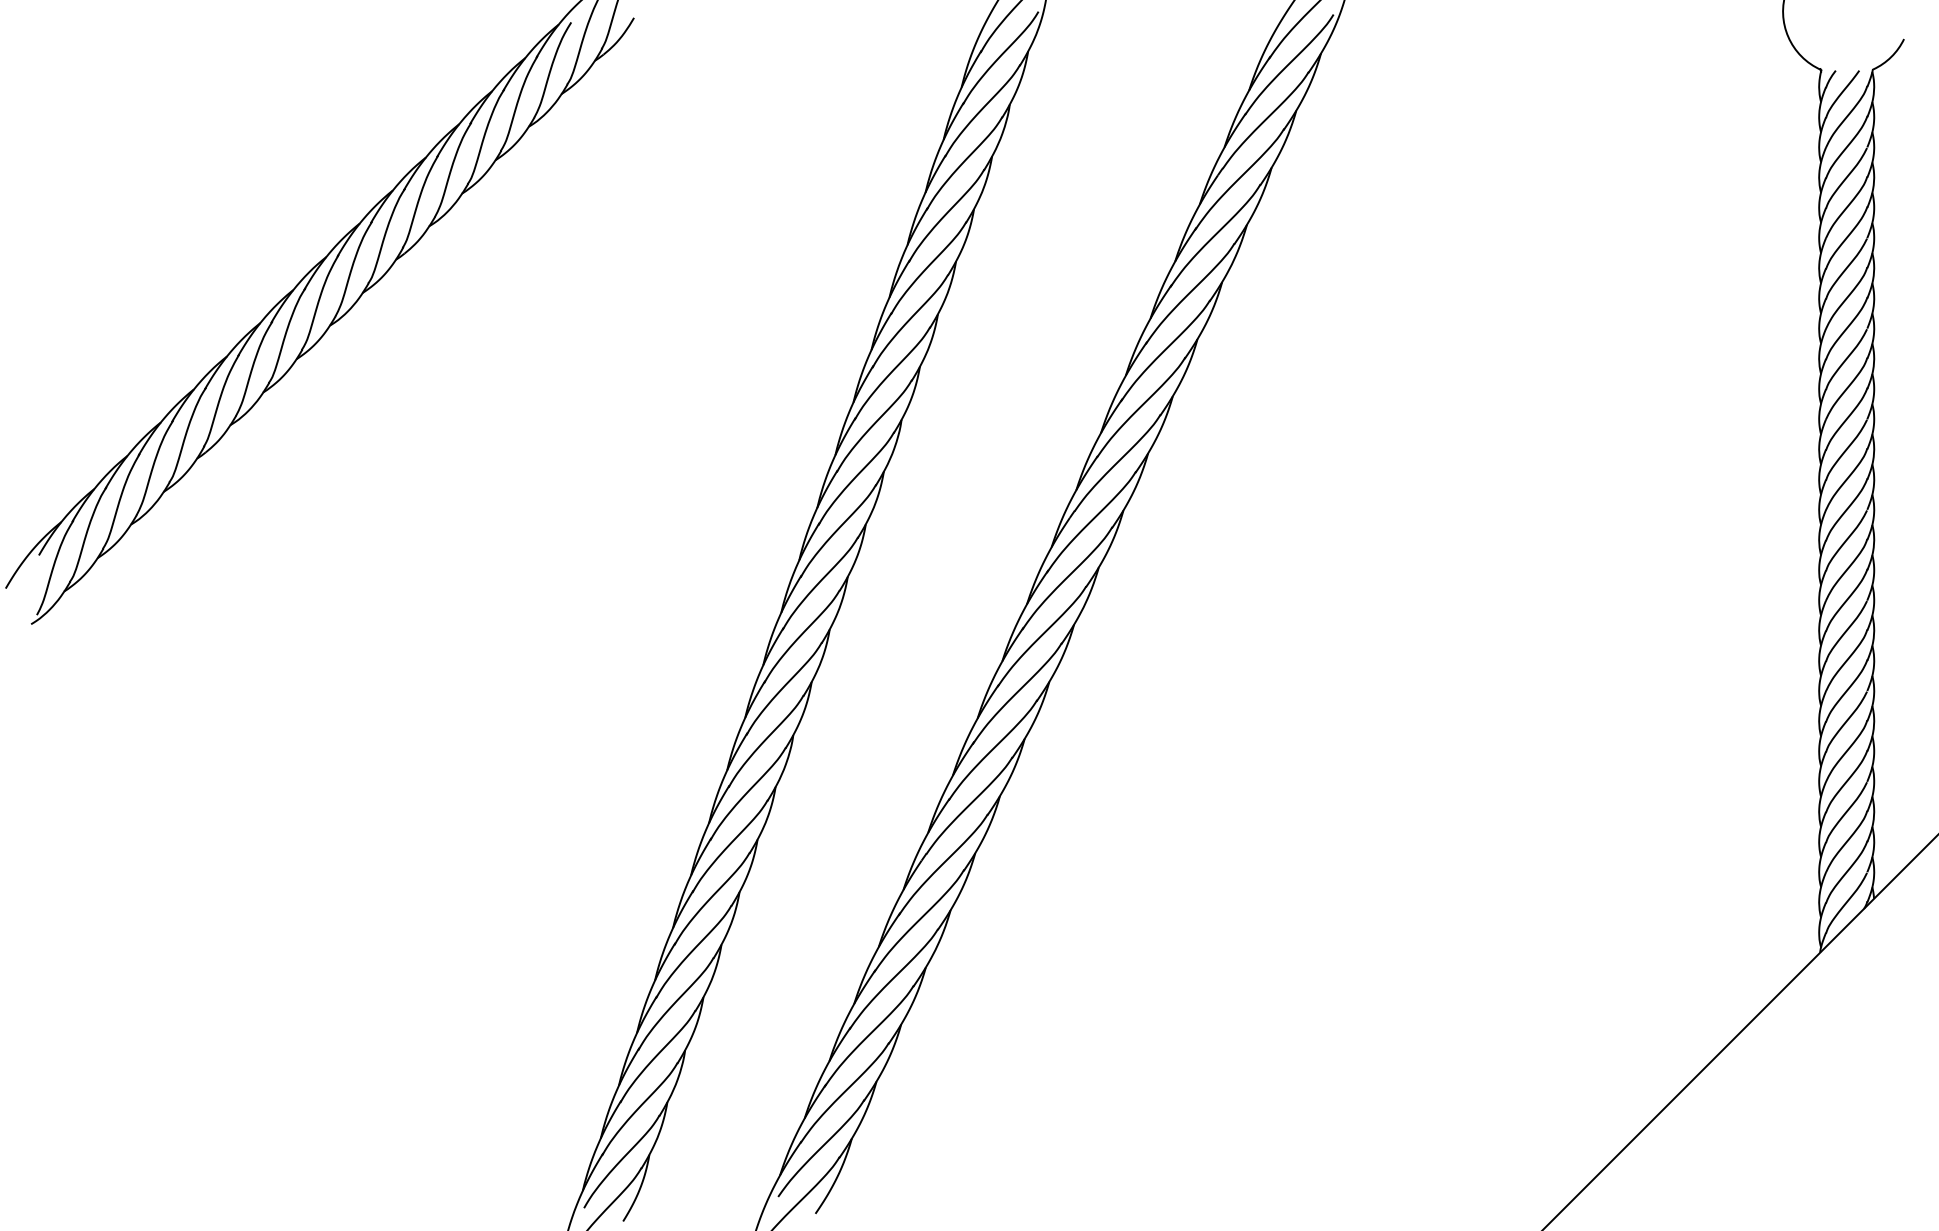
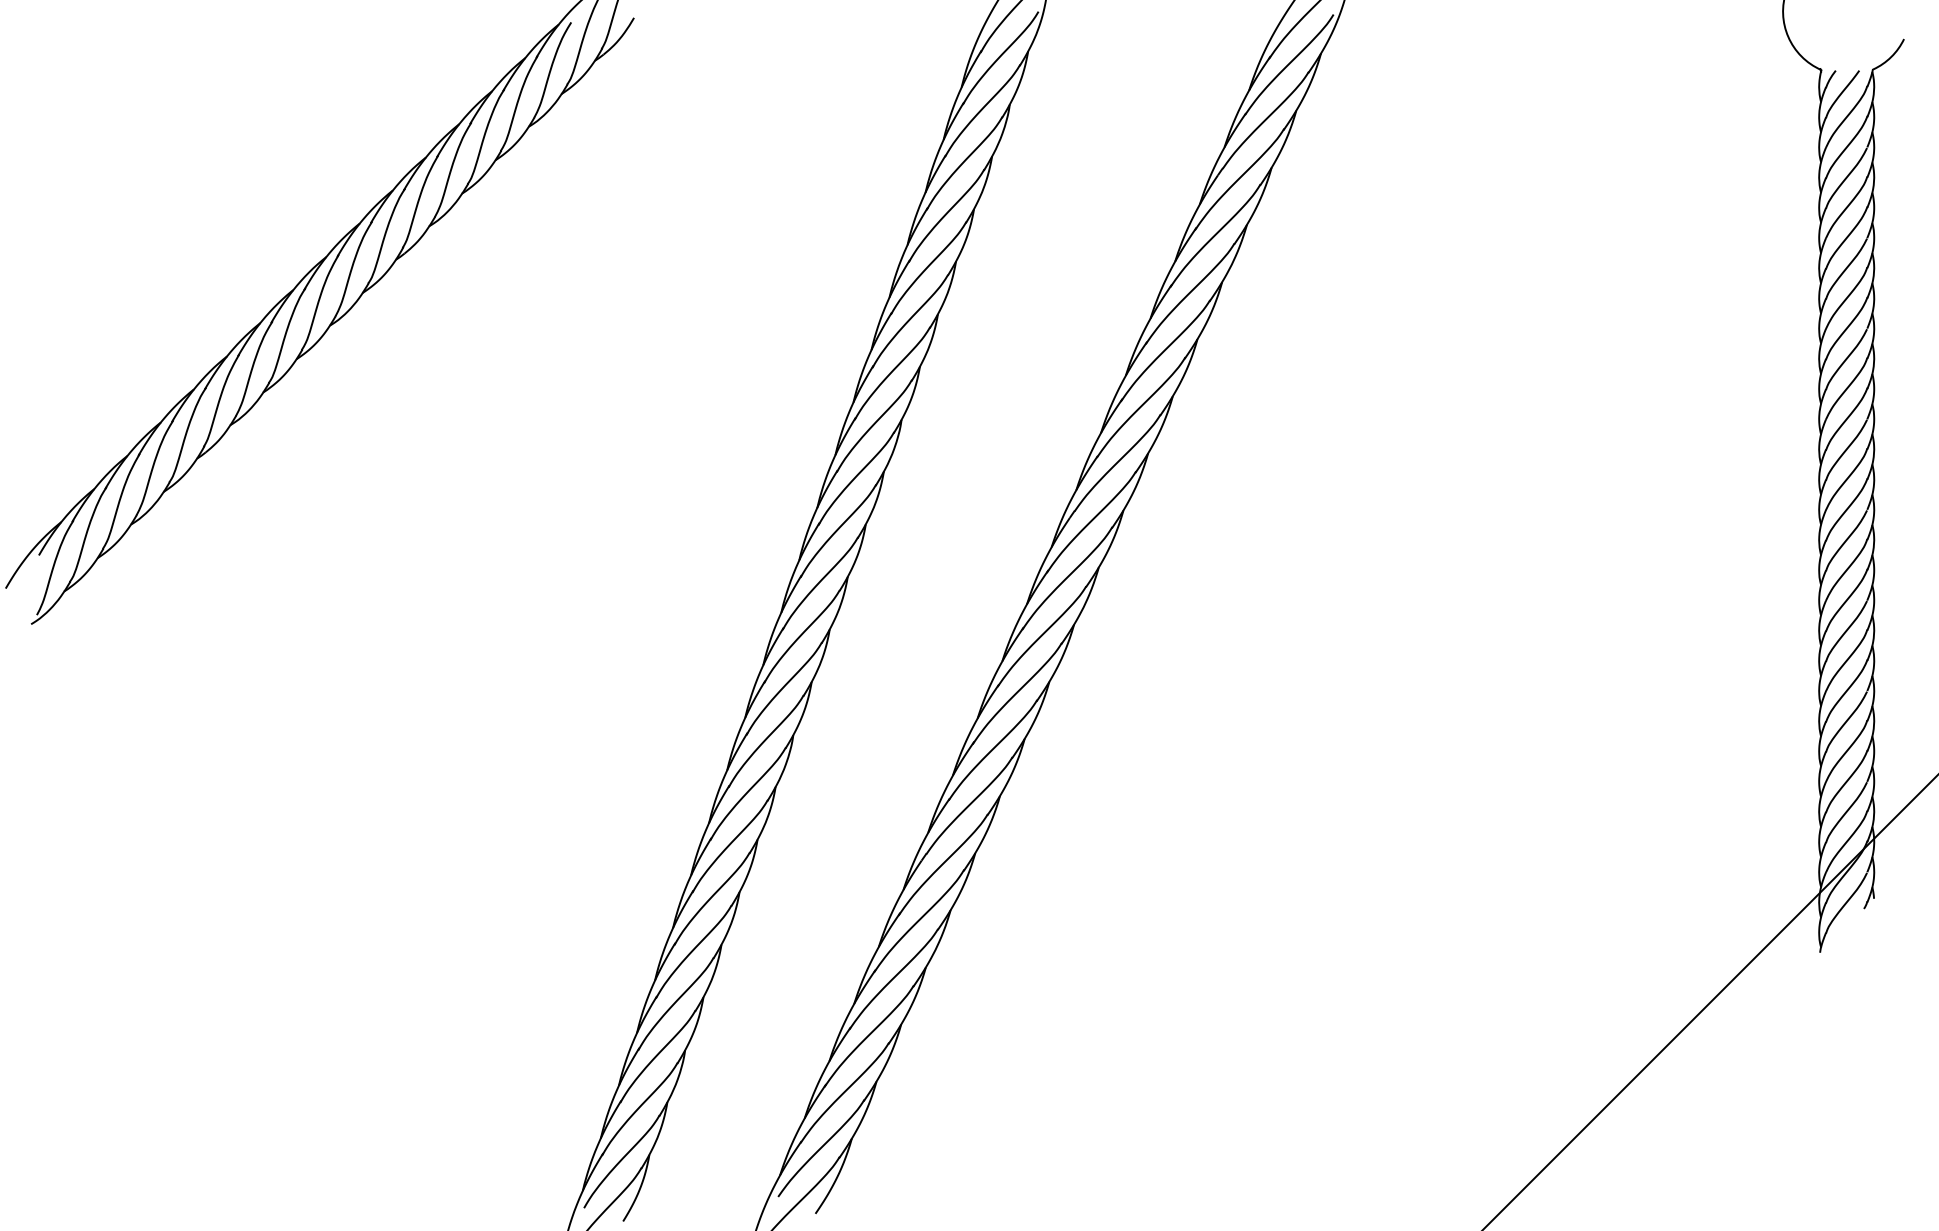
line at (1740, 1032) position: (1740, 1032) -> (1710, 1002)
